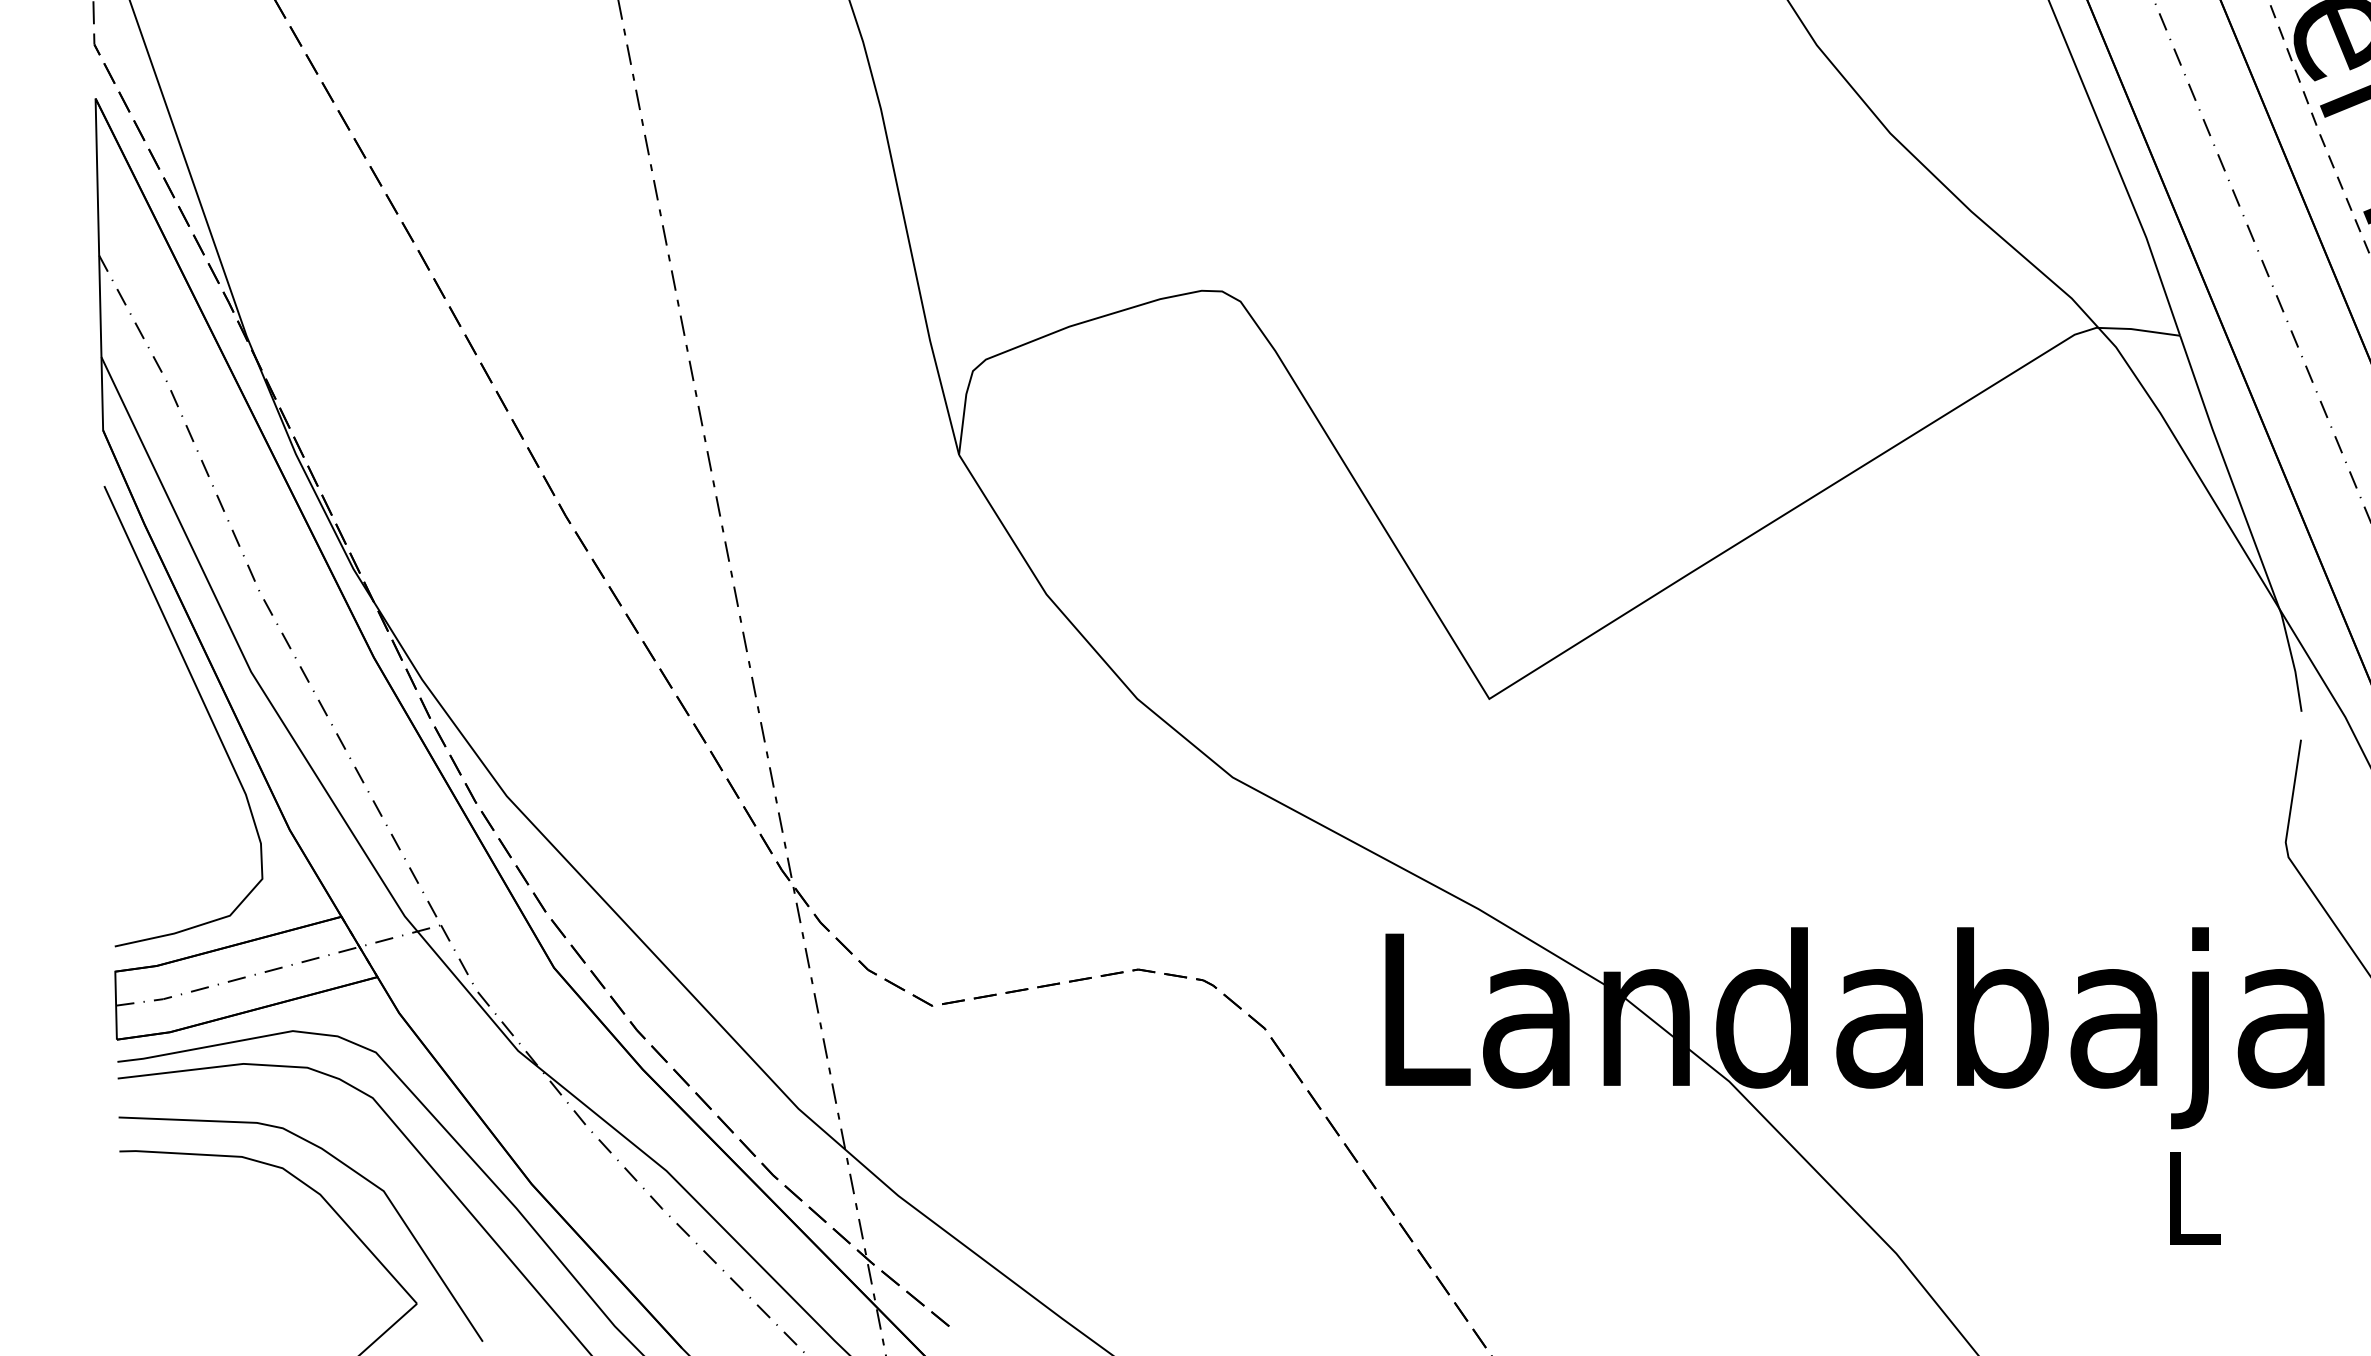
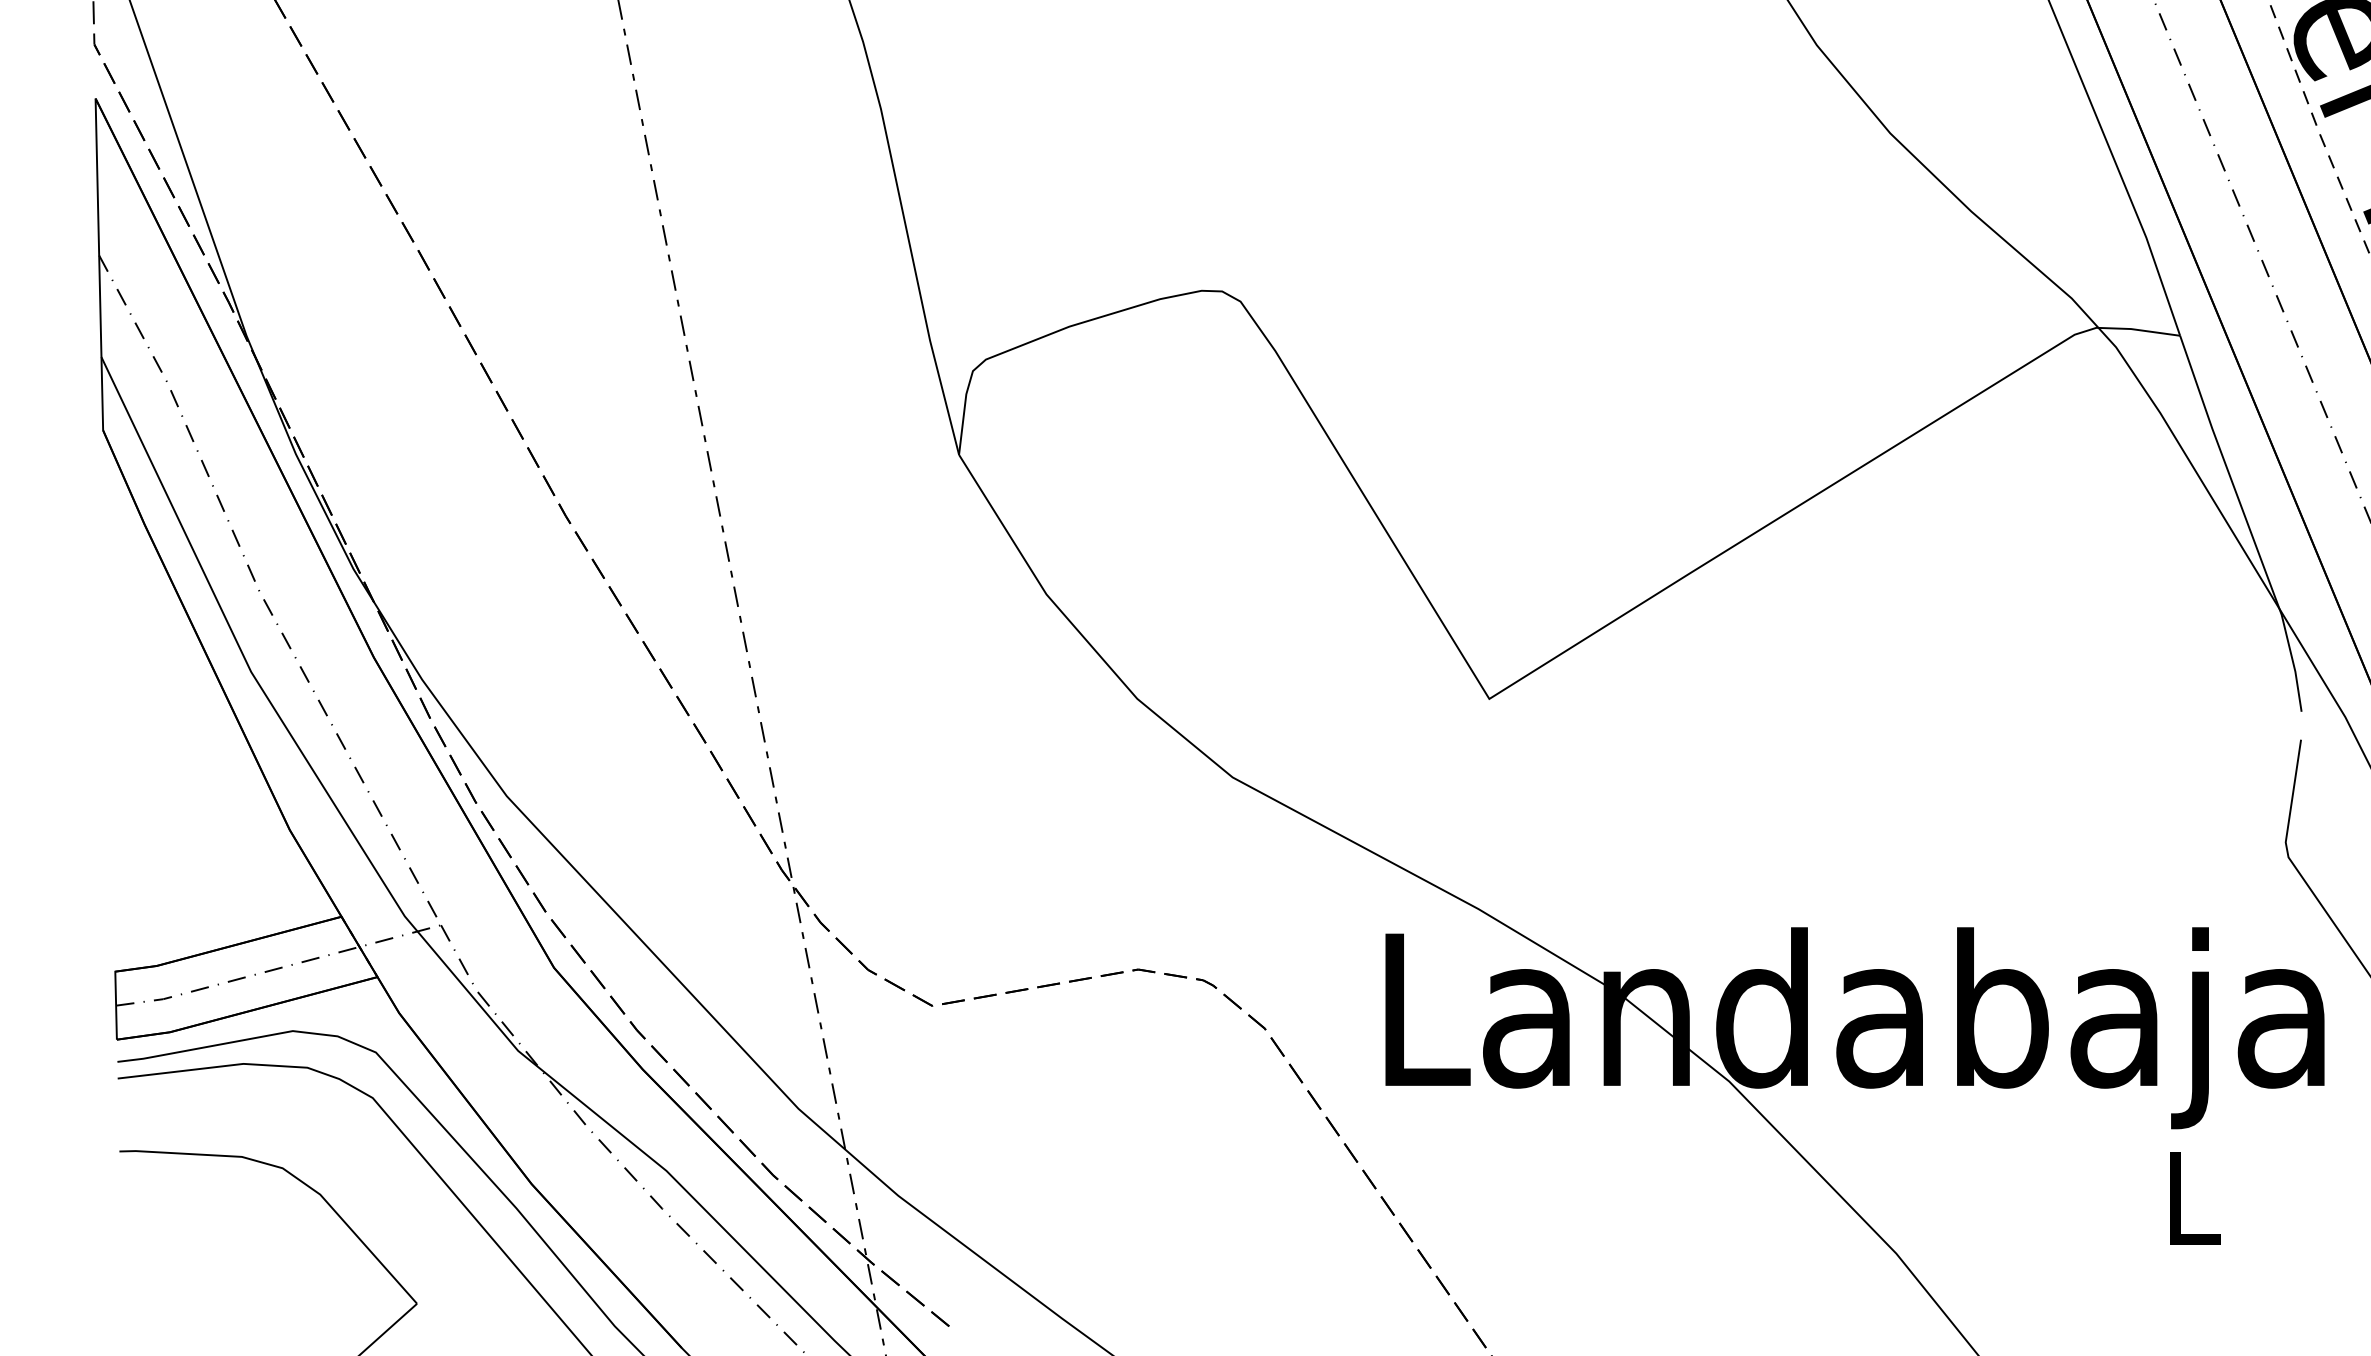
curve at (204, 707): present -> none
curve at (348, 1168): present -> none
